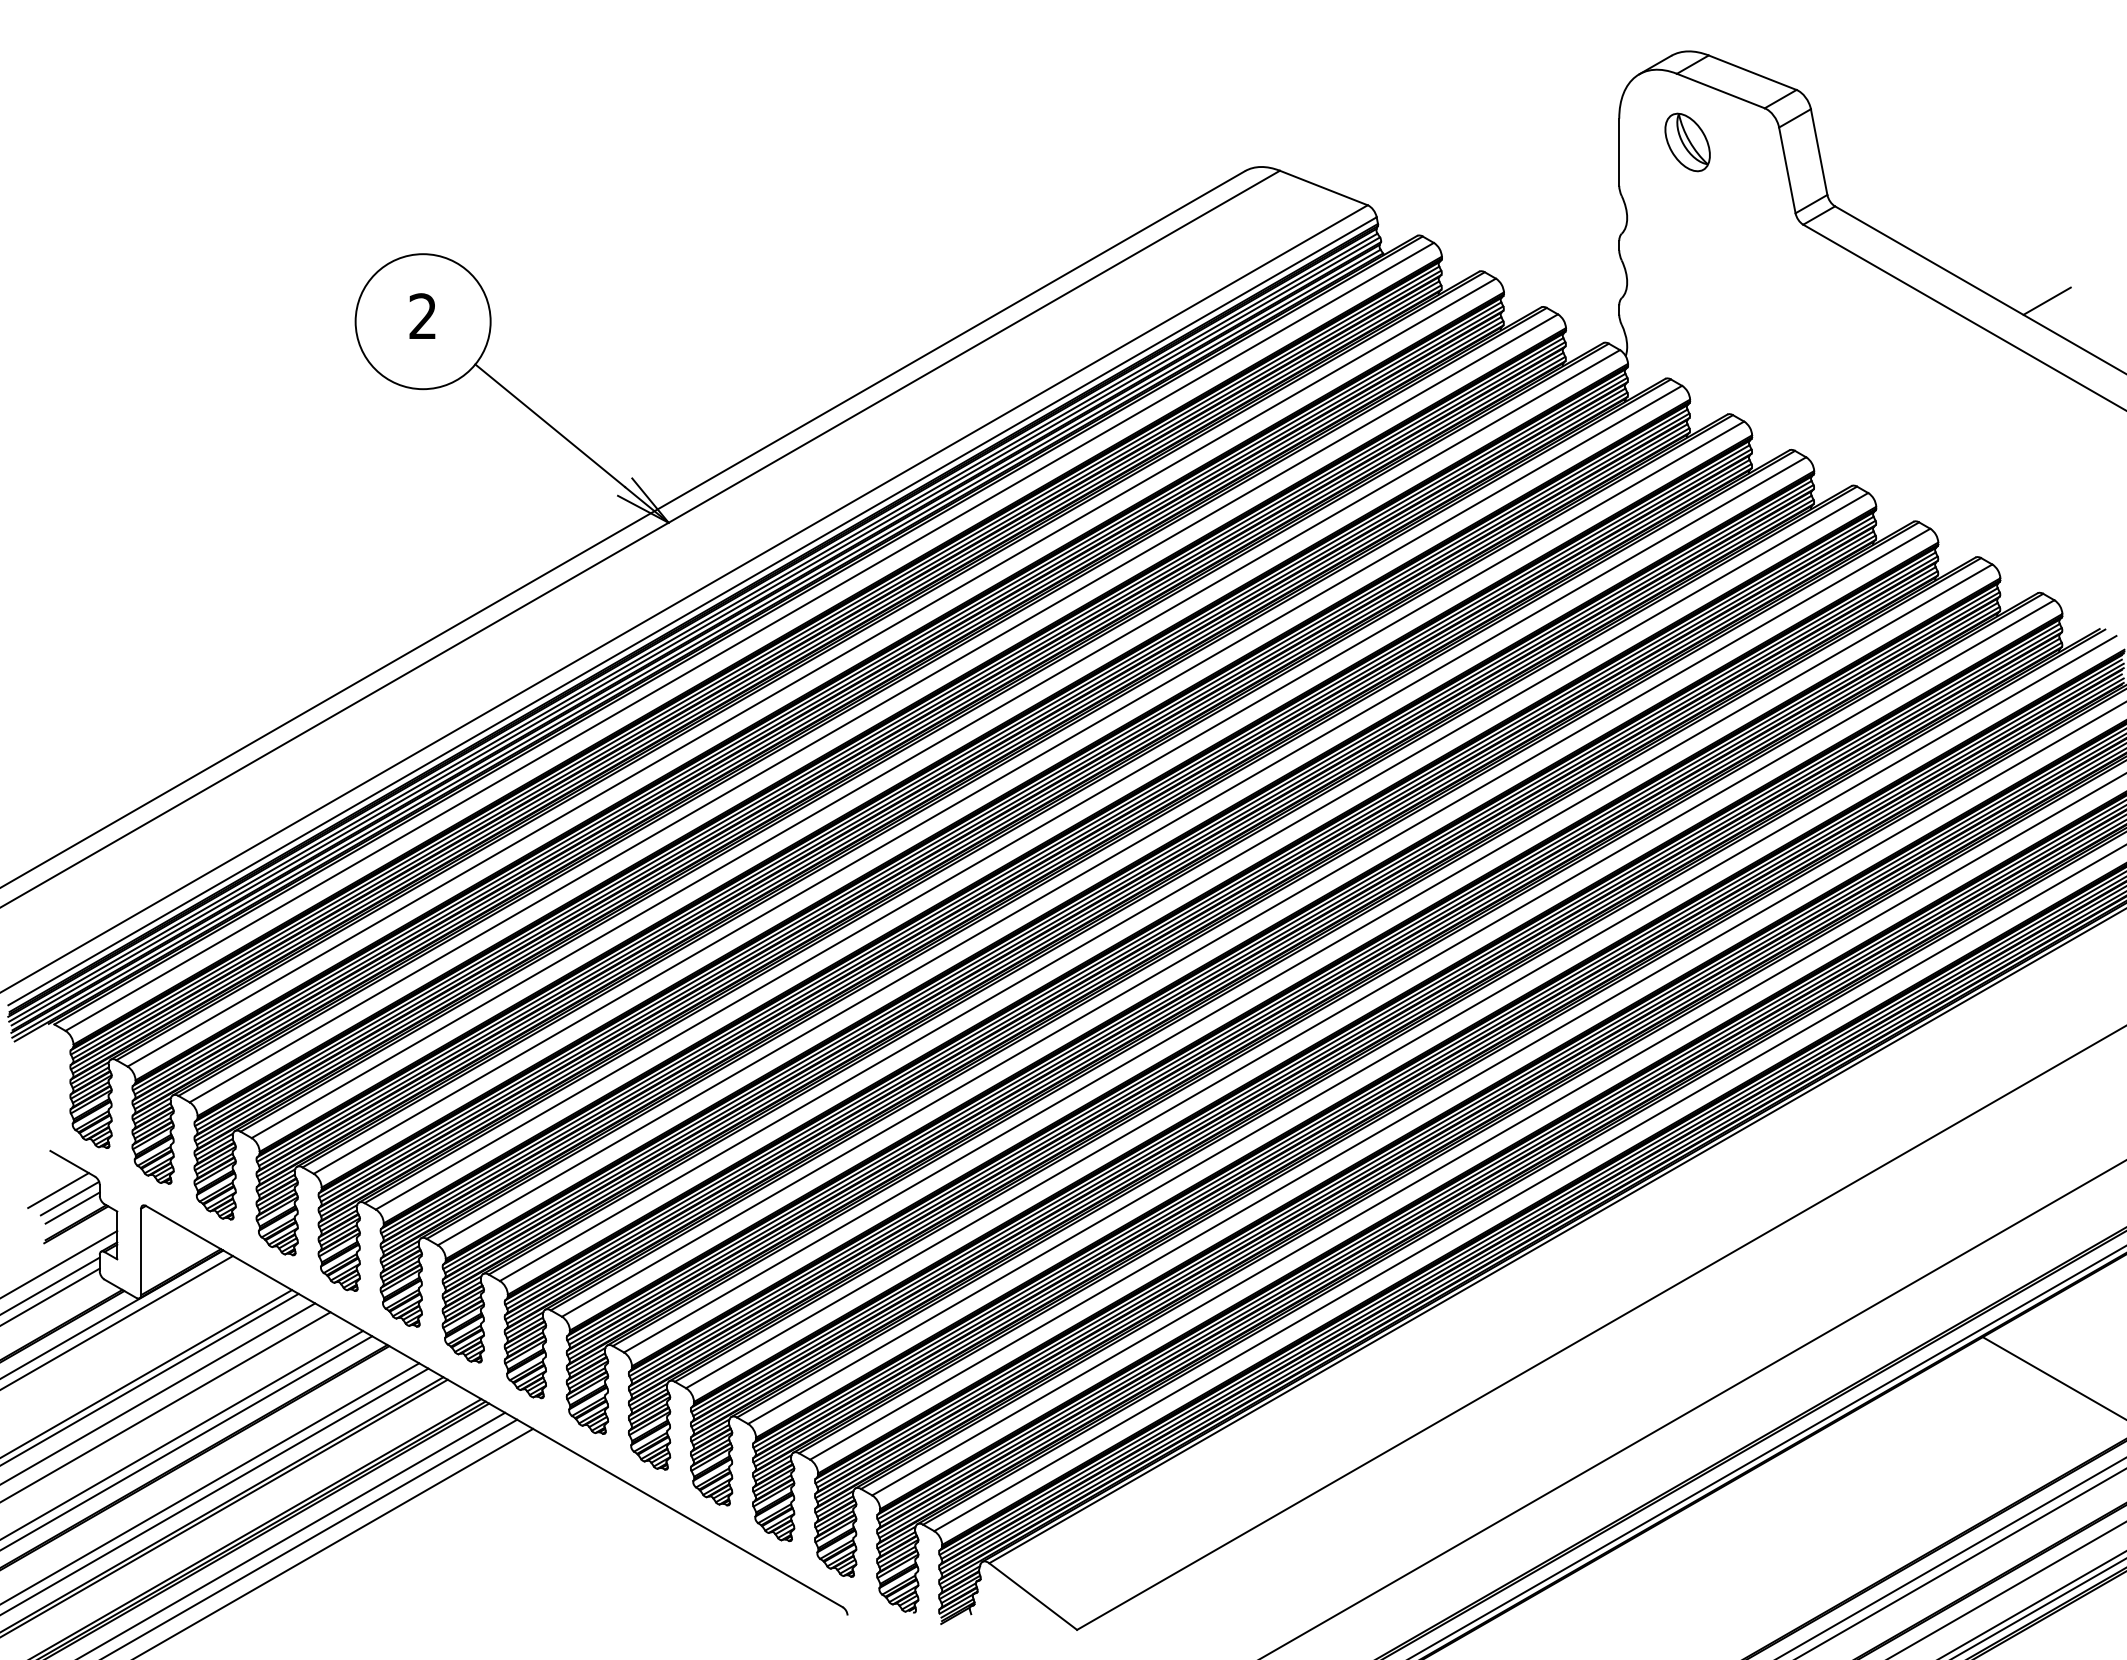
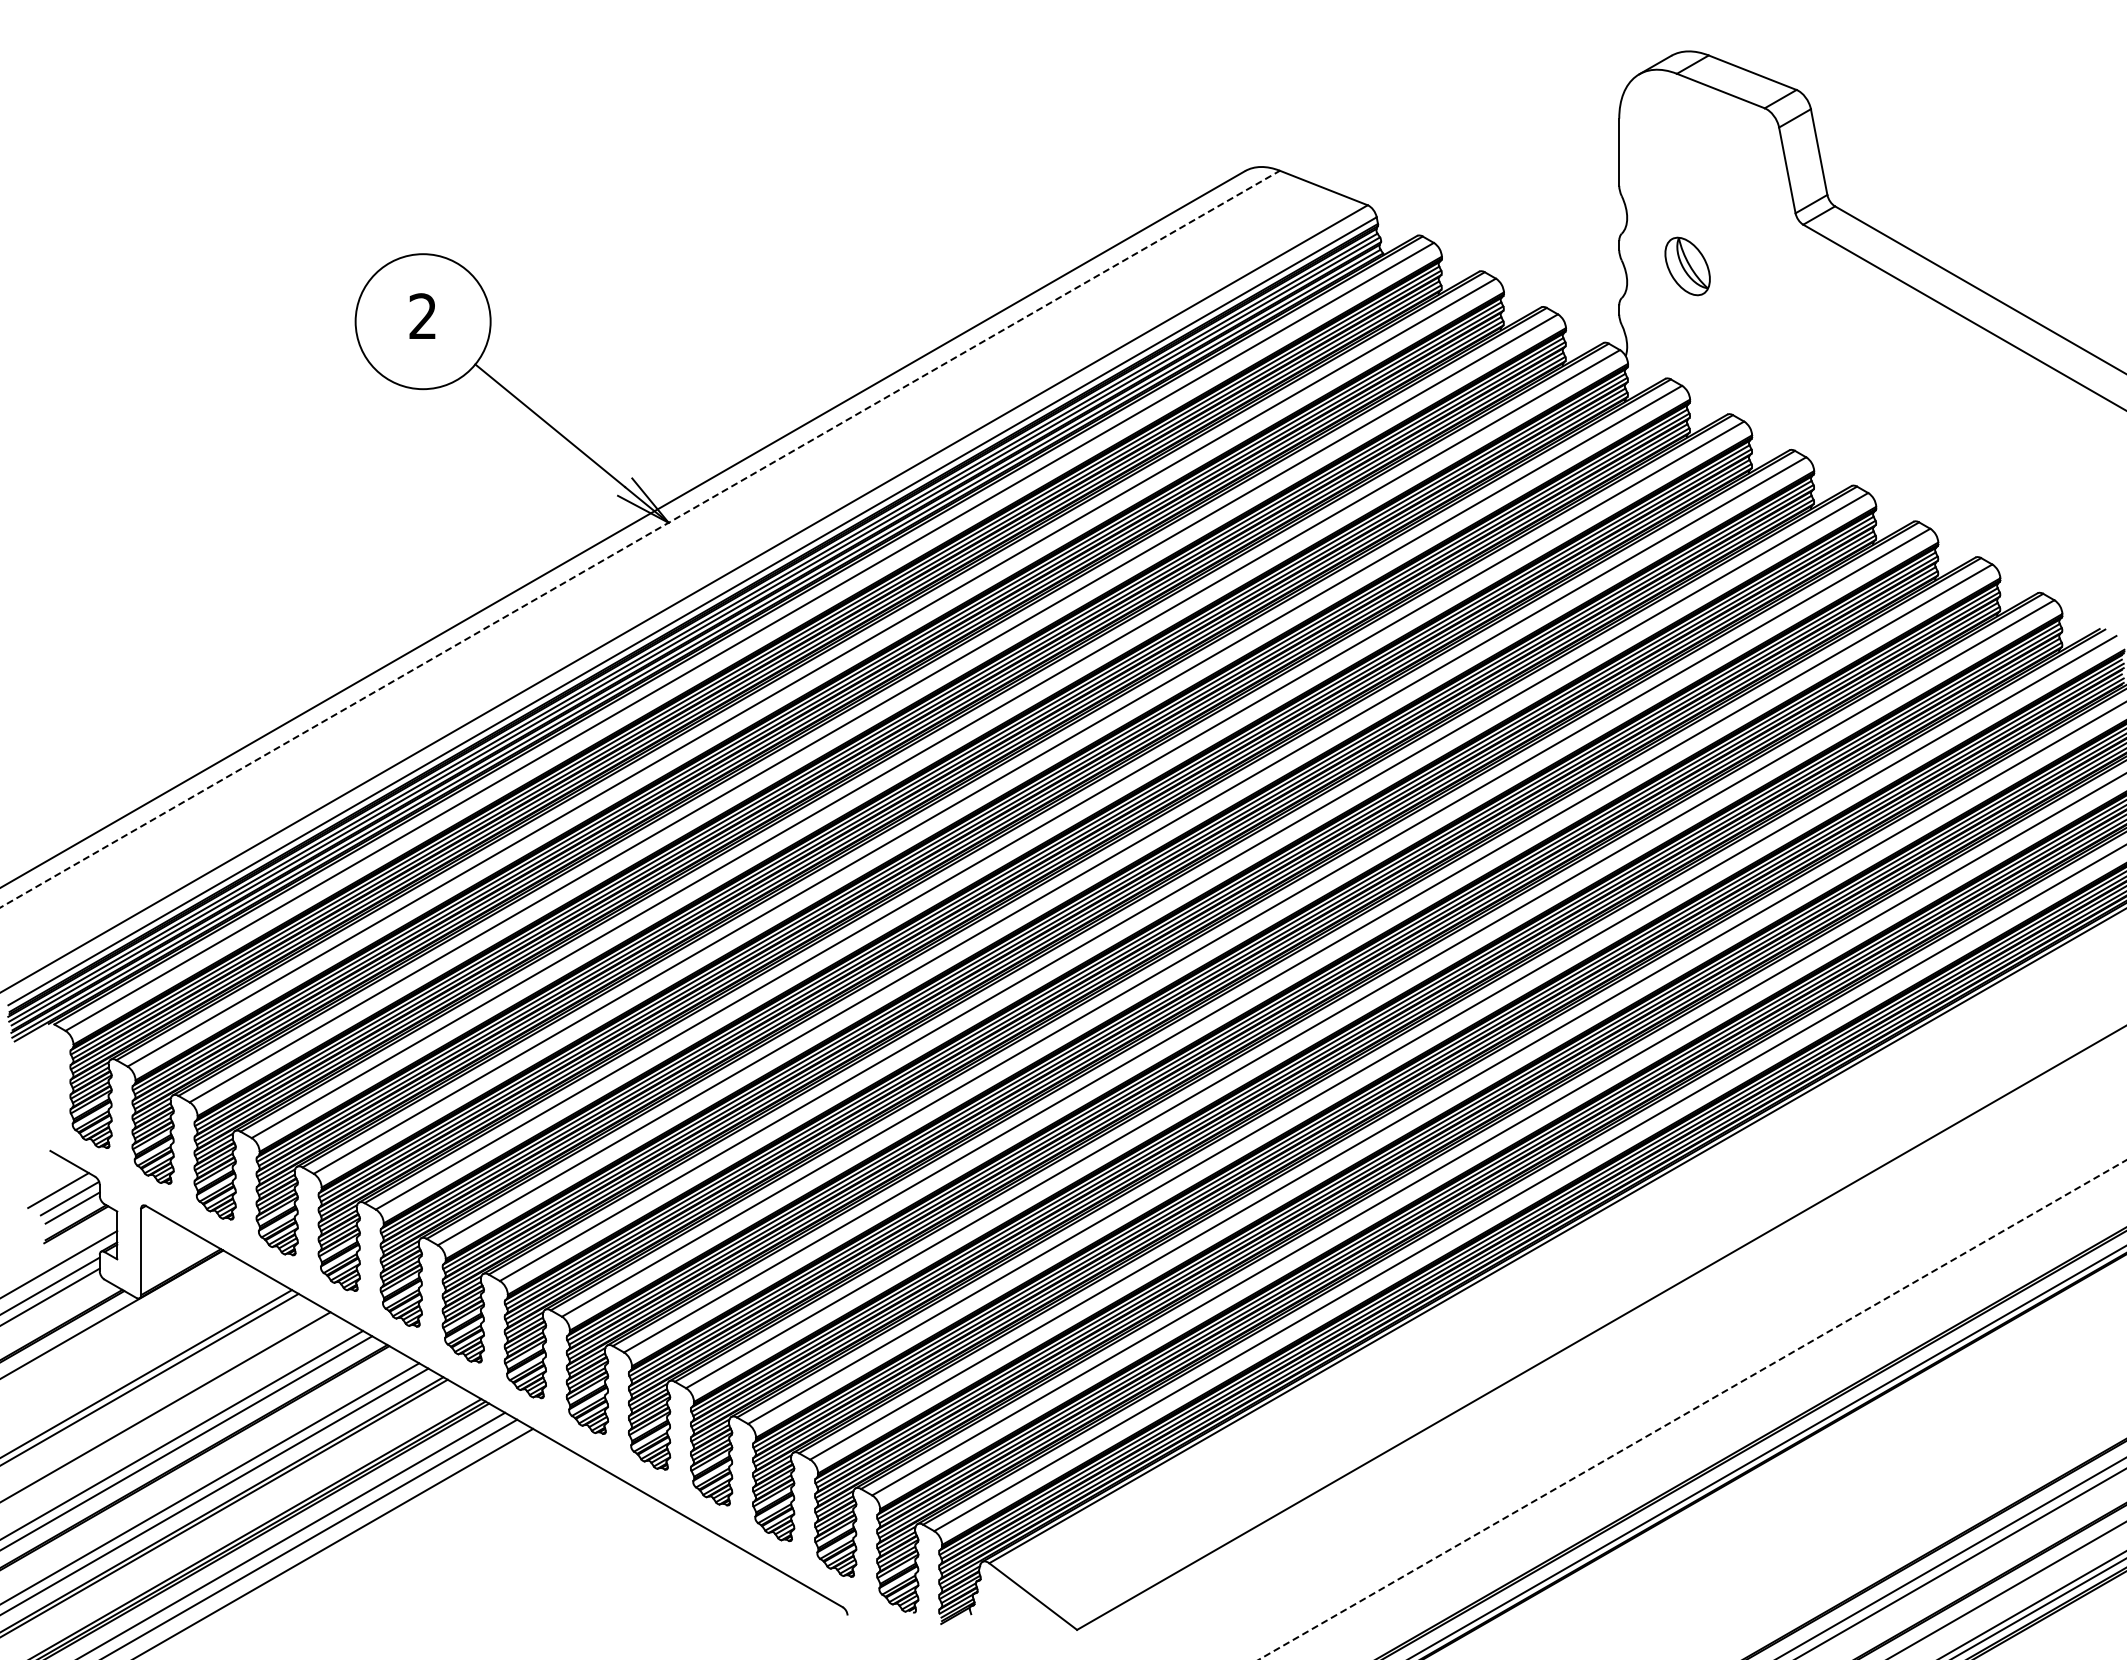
part at (1687, 142) position: (1687, 142) -> (1687, 266)
line at (2046, 300): present -> none
line at (640, 539): solid -> dashed
line at (117, 1322): present -> none
line at (2052, 1377): present -> none
line at (158, 1393): present -> none
line at (1693, 1409): solid -> dashed
